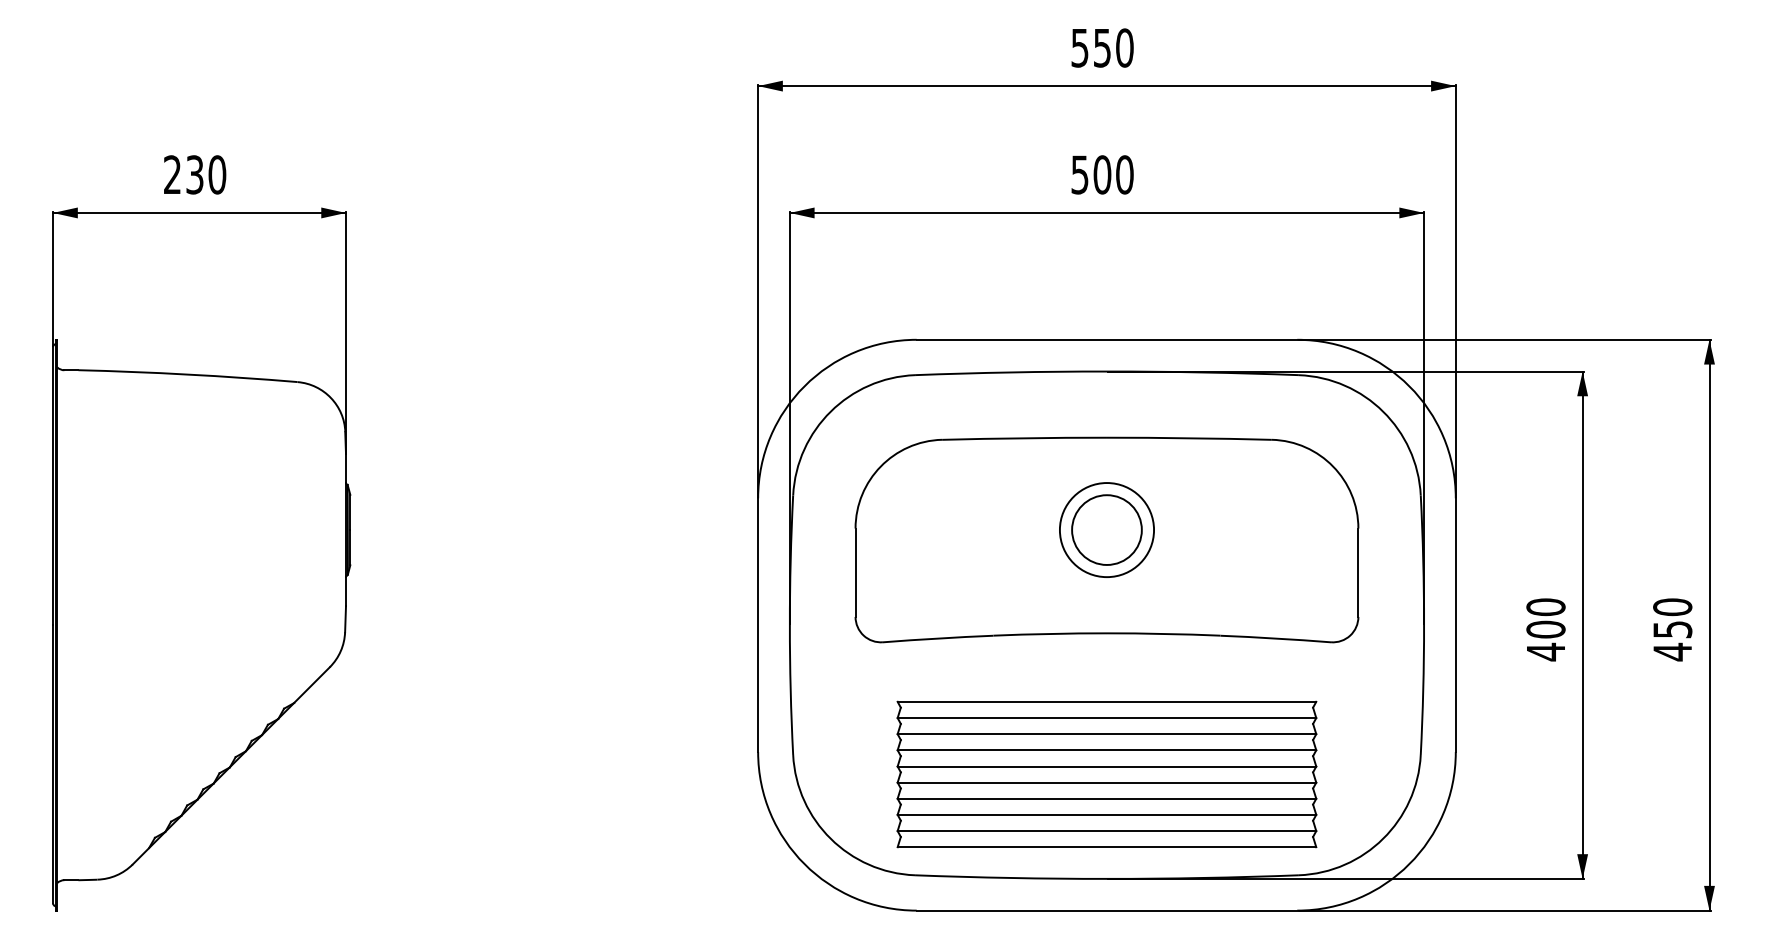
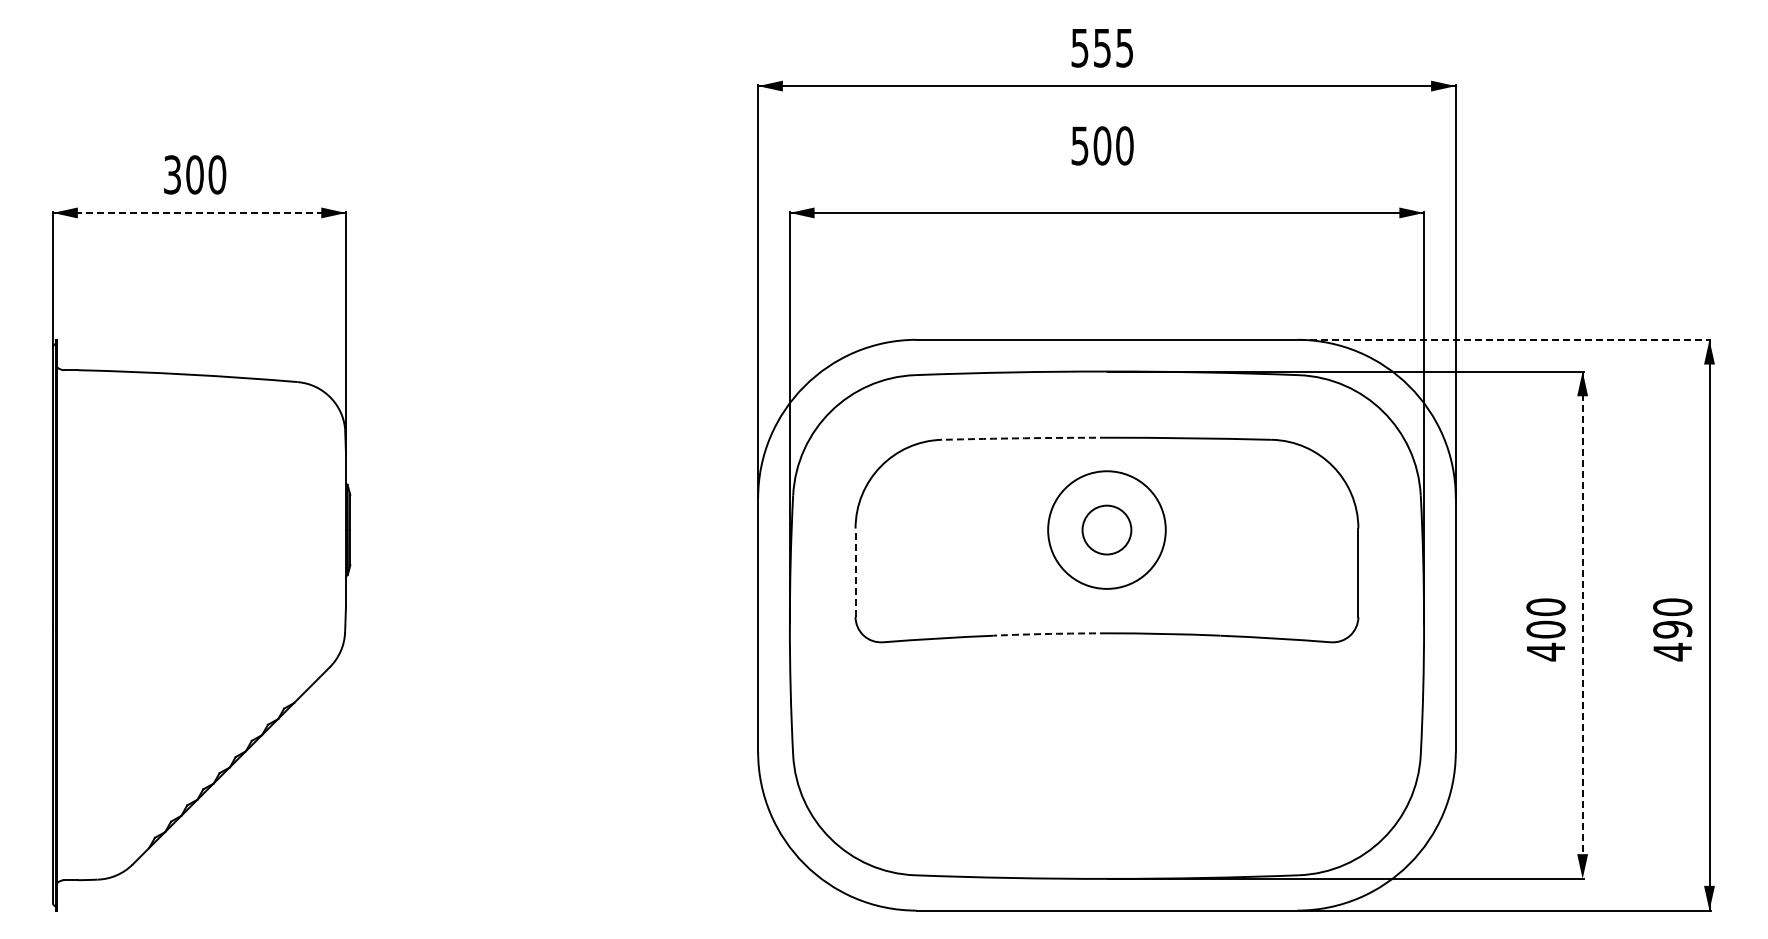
text at (1124, 47): 550 -> 555
text at (183, 174): 230 -> 300
text at (1102, 174) position: (1102, 174) -> (1102, 145)
line at (199, 212): solid -> dashed
line at (1505, 339): solid -> dashed
arc at (1024, 438): solid -> dashed
circle at (1106, 529) diameter: 70 px -> 49 px
circle at (1106, 530) diameter: 94 px -> 118 px
line at (855, 572): solid -> dashed
line at (1582, 625): solid -> dashed
text at (1672, 629): 450 -> 490
arc at (1050, 633): solid -> dashed
part at (1106, 774): present -> none
